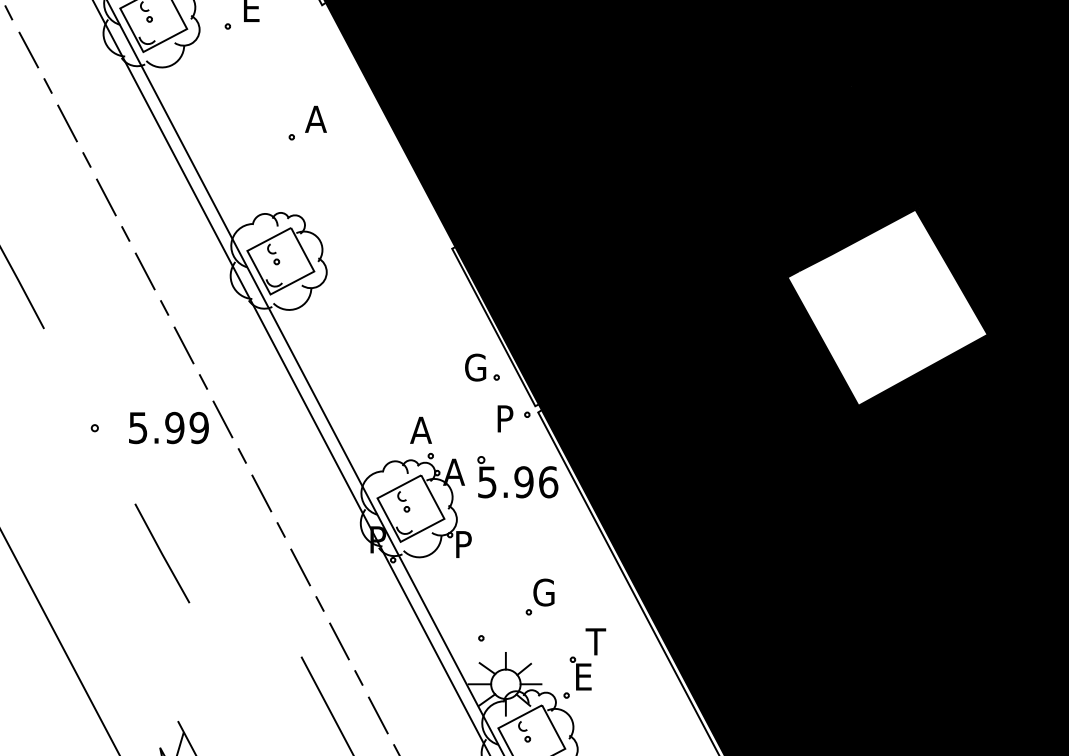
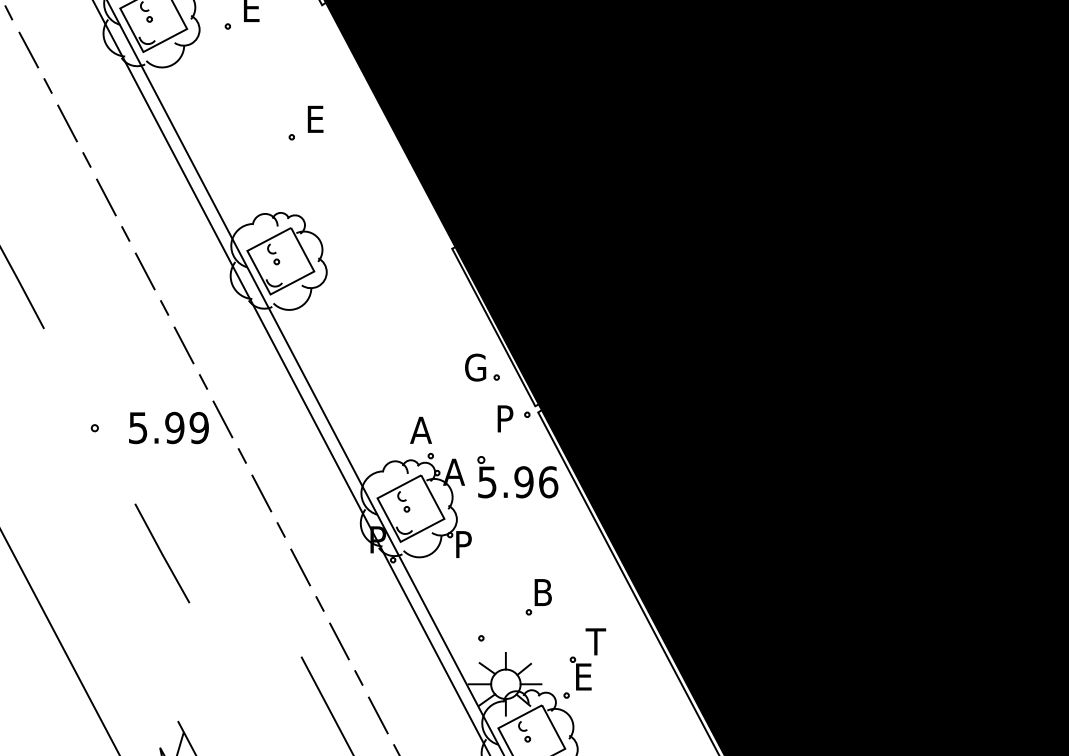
text at (315, 118): A -> E
fill at (887, 307): none -> present
text at (543, 592): G -> B
